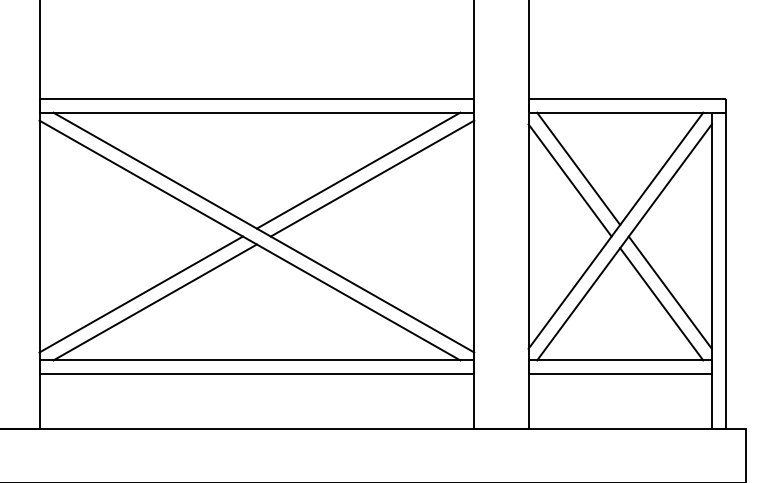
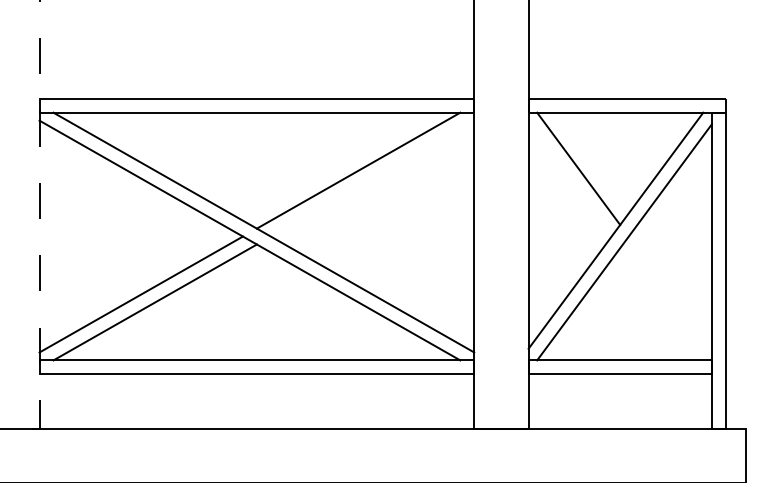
line at (372, 178): present -> none
line at (569, 180): present -> none
line at (39, 234): solid -> dashed
line at (669, 292): present -> none
line at (661, 304): present -> none
